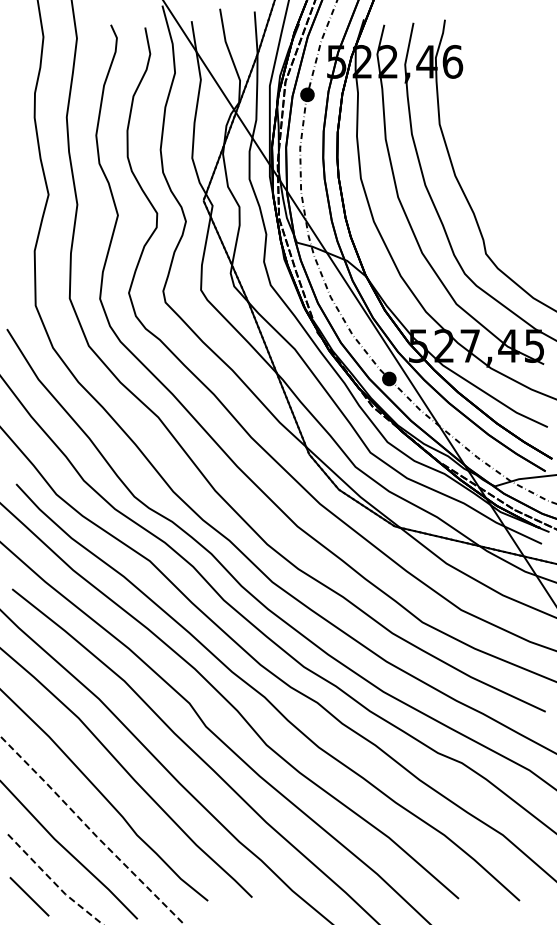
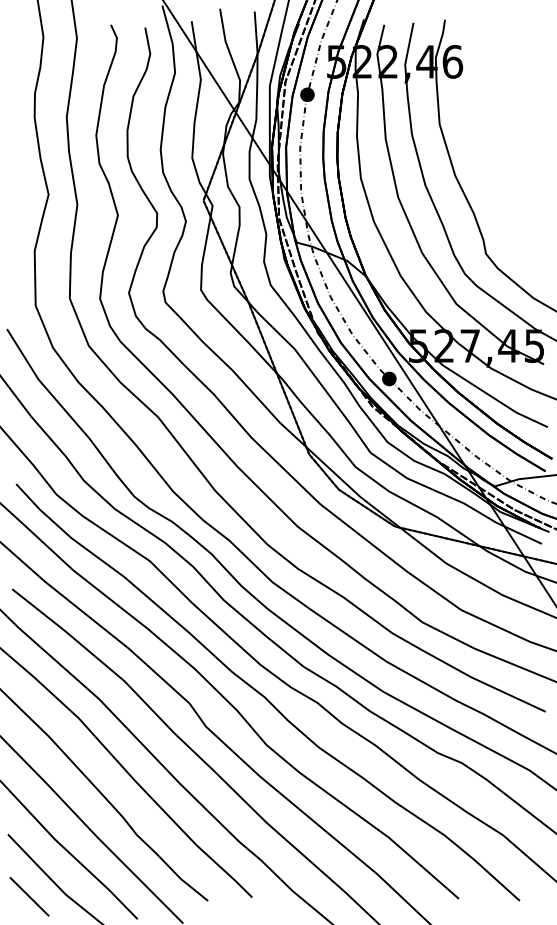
line at (90, 830): dashed -> solid
line at (53, 881): dashed -> solid
